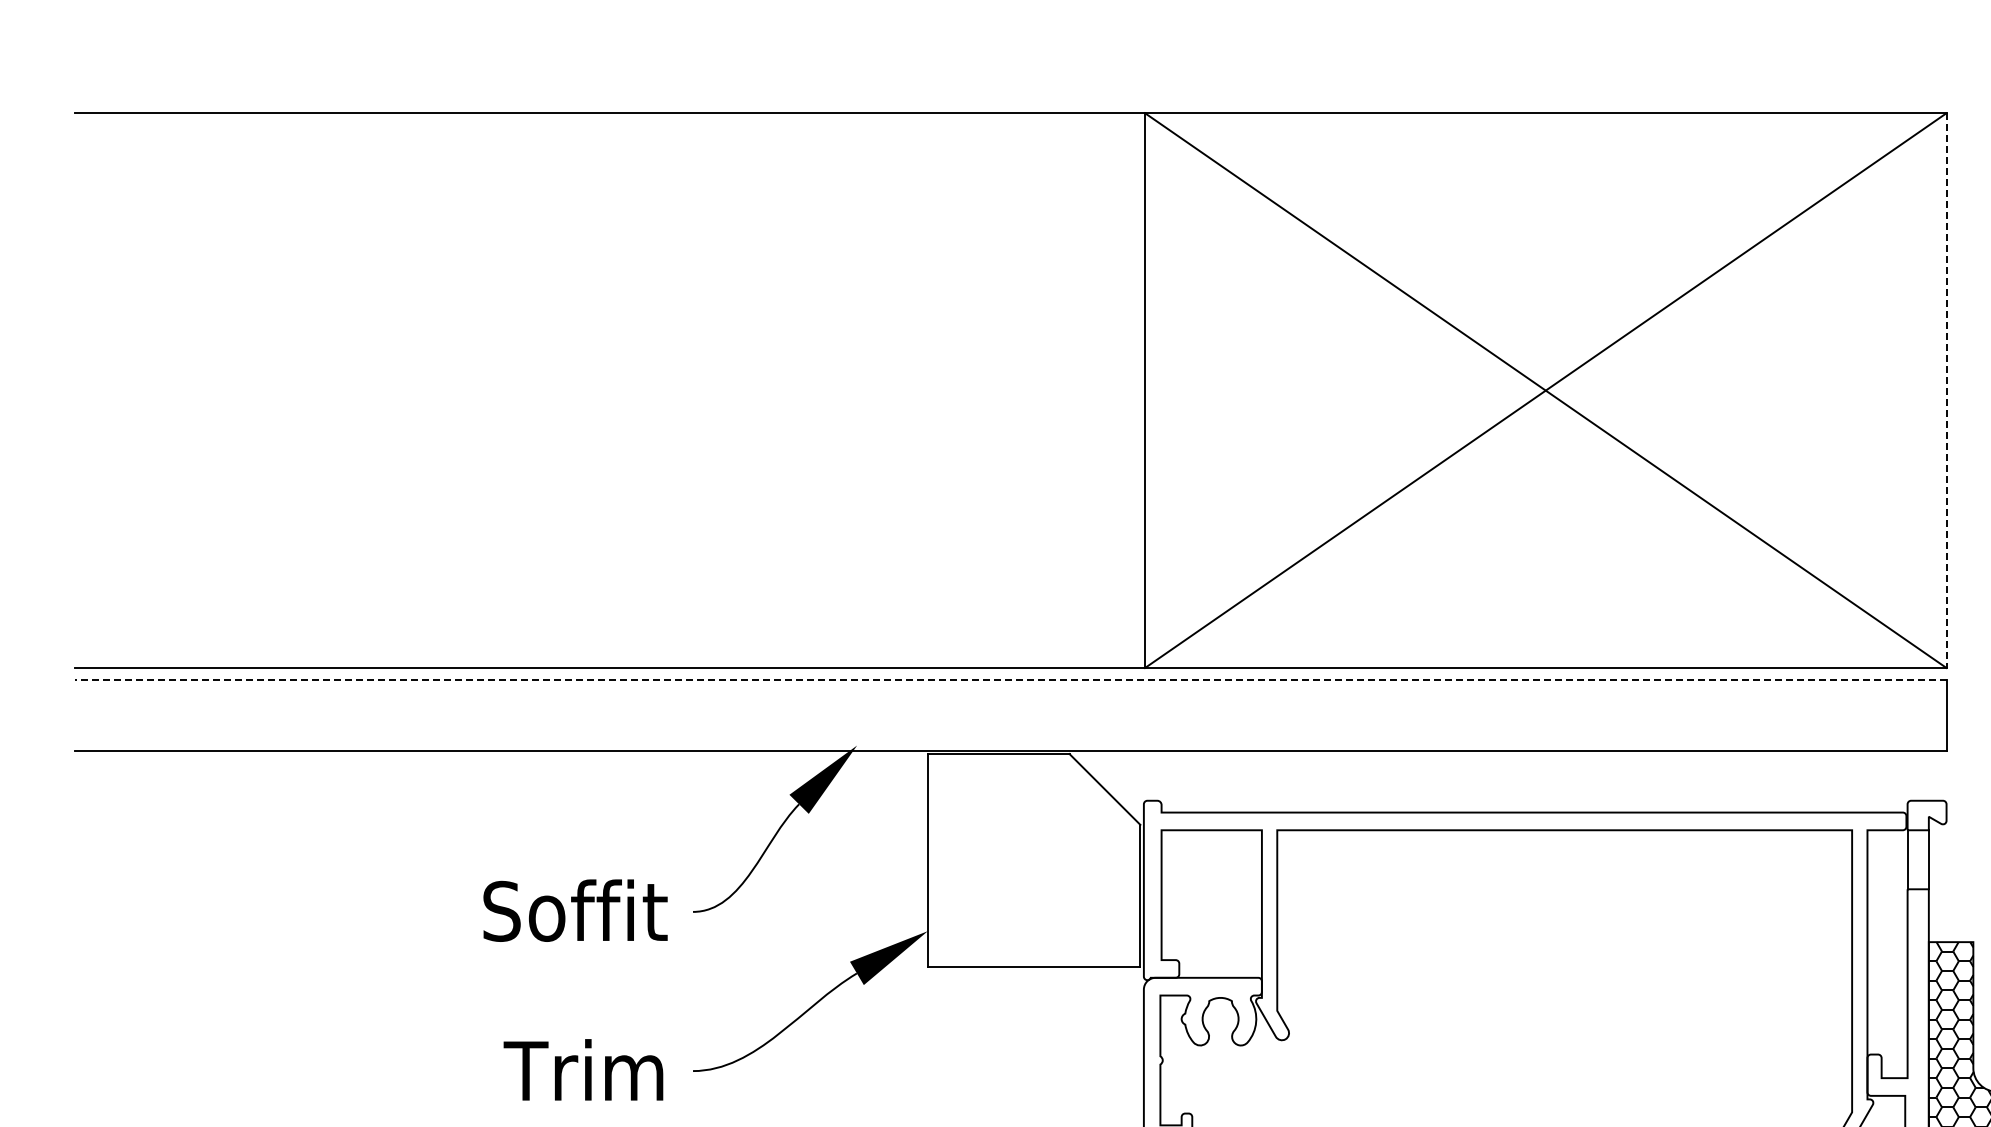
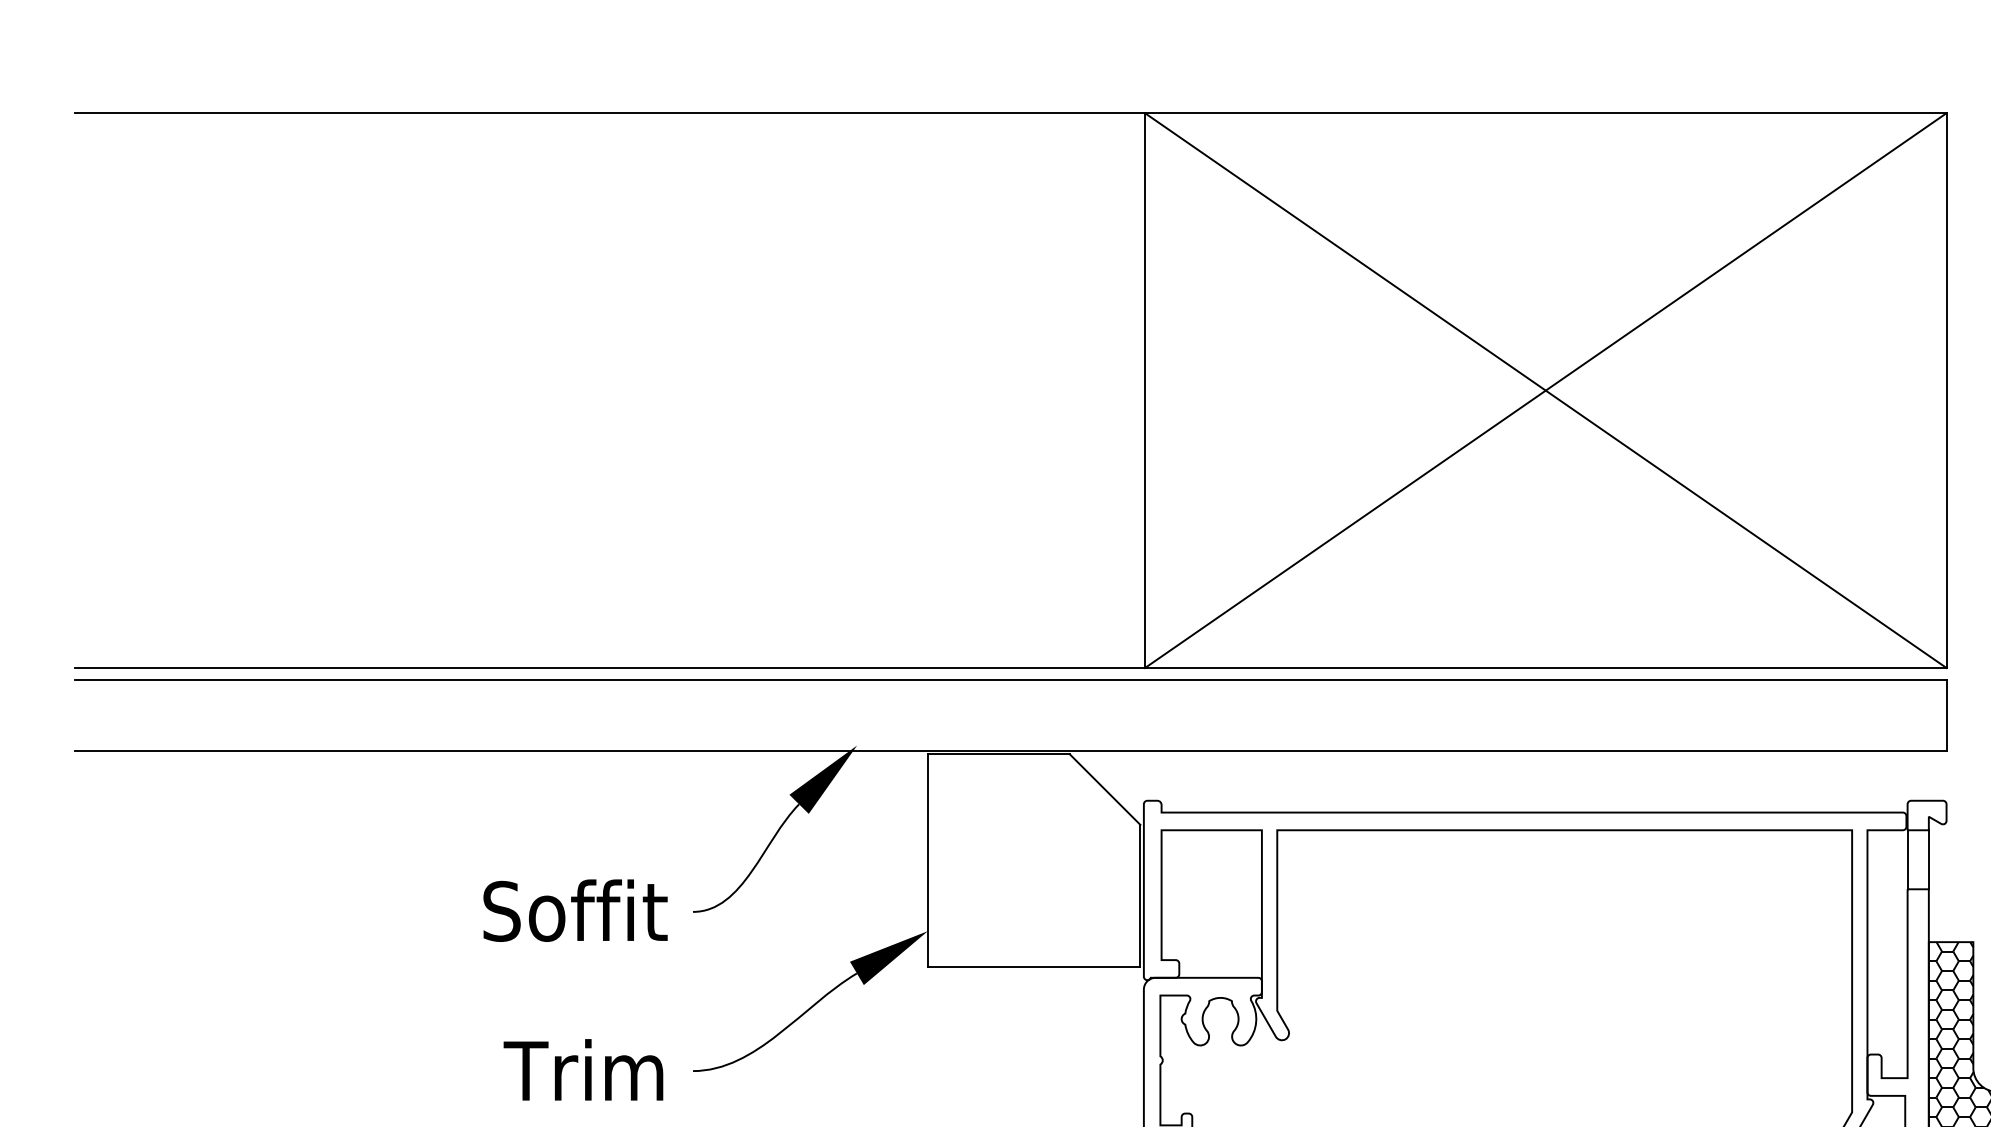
line at (1946, 391): dashed -> solid
line at (1010, 679): dashed -> solid
